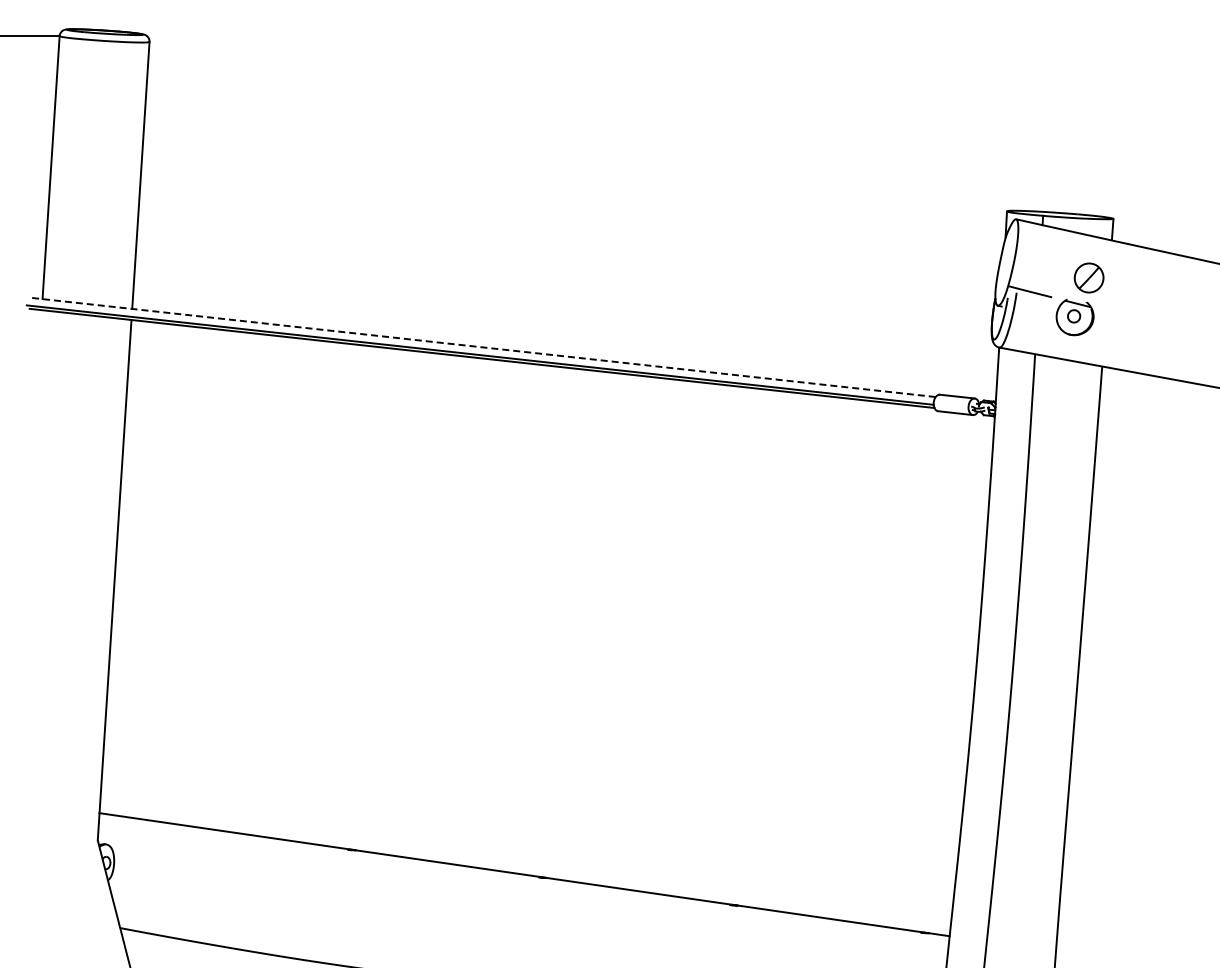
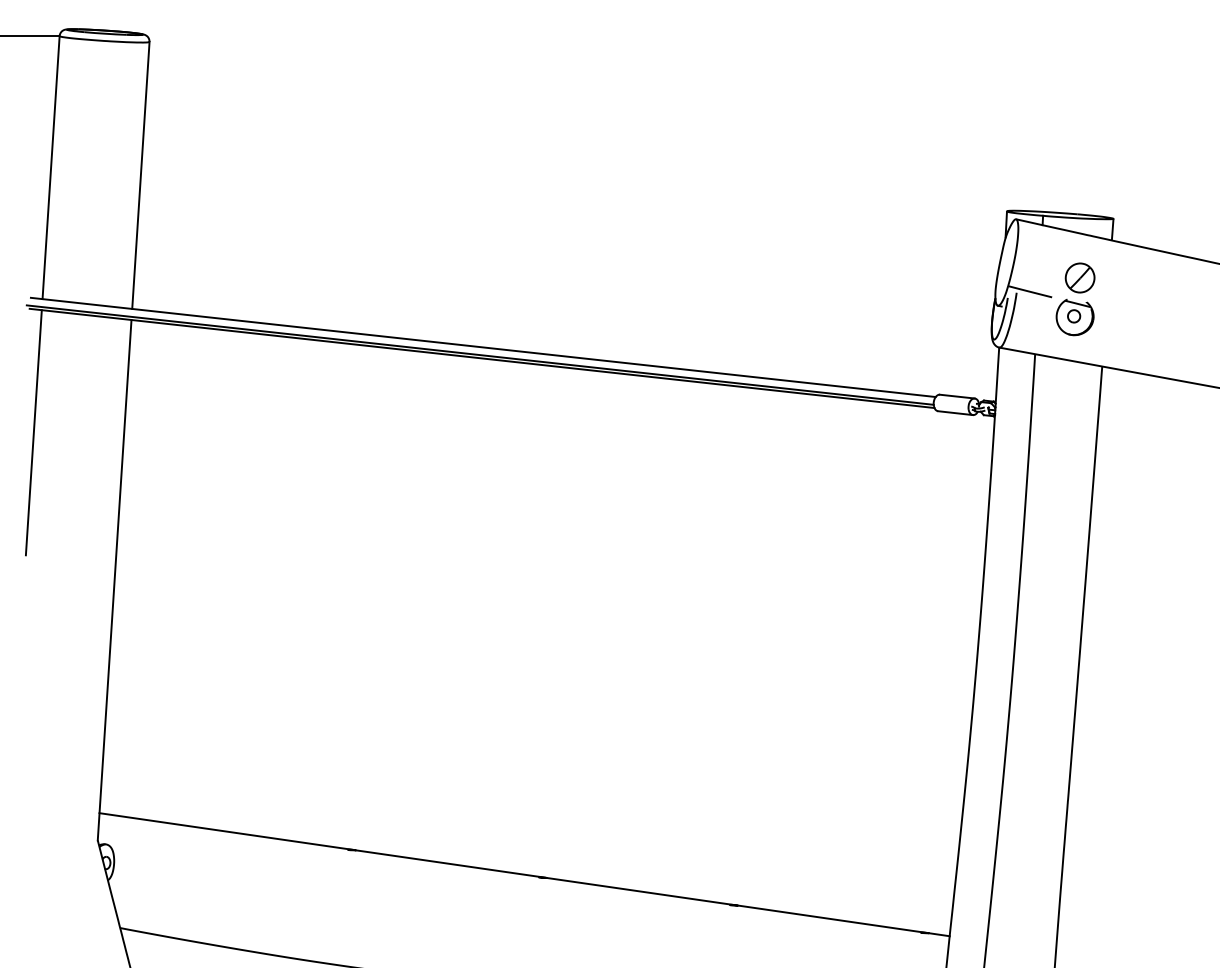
part at (1088, 277) position: (1088, 277) -> (1079, 277)
line at (482, 347): dashed -> solid
line at (33, 432): none -> present
